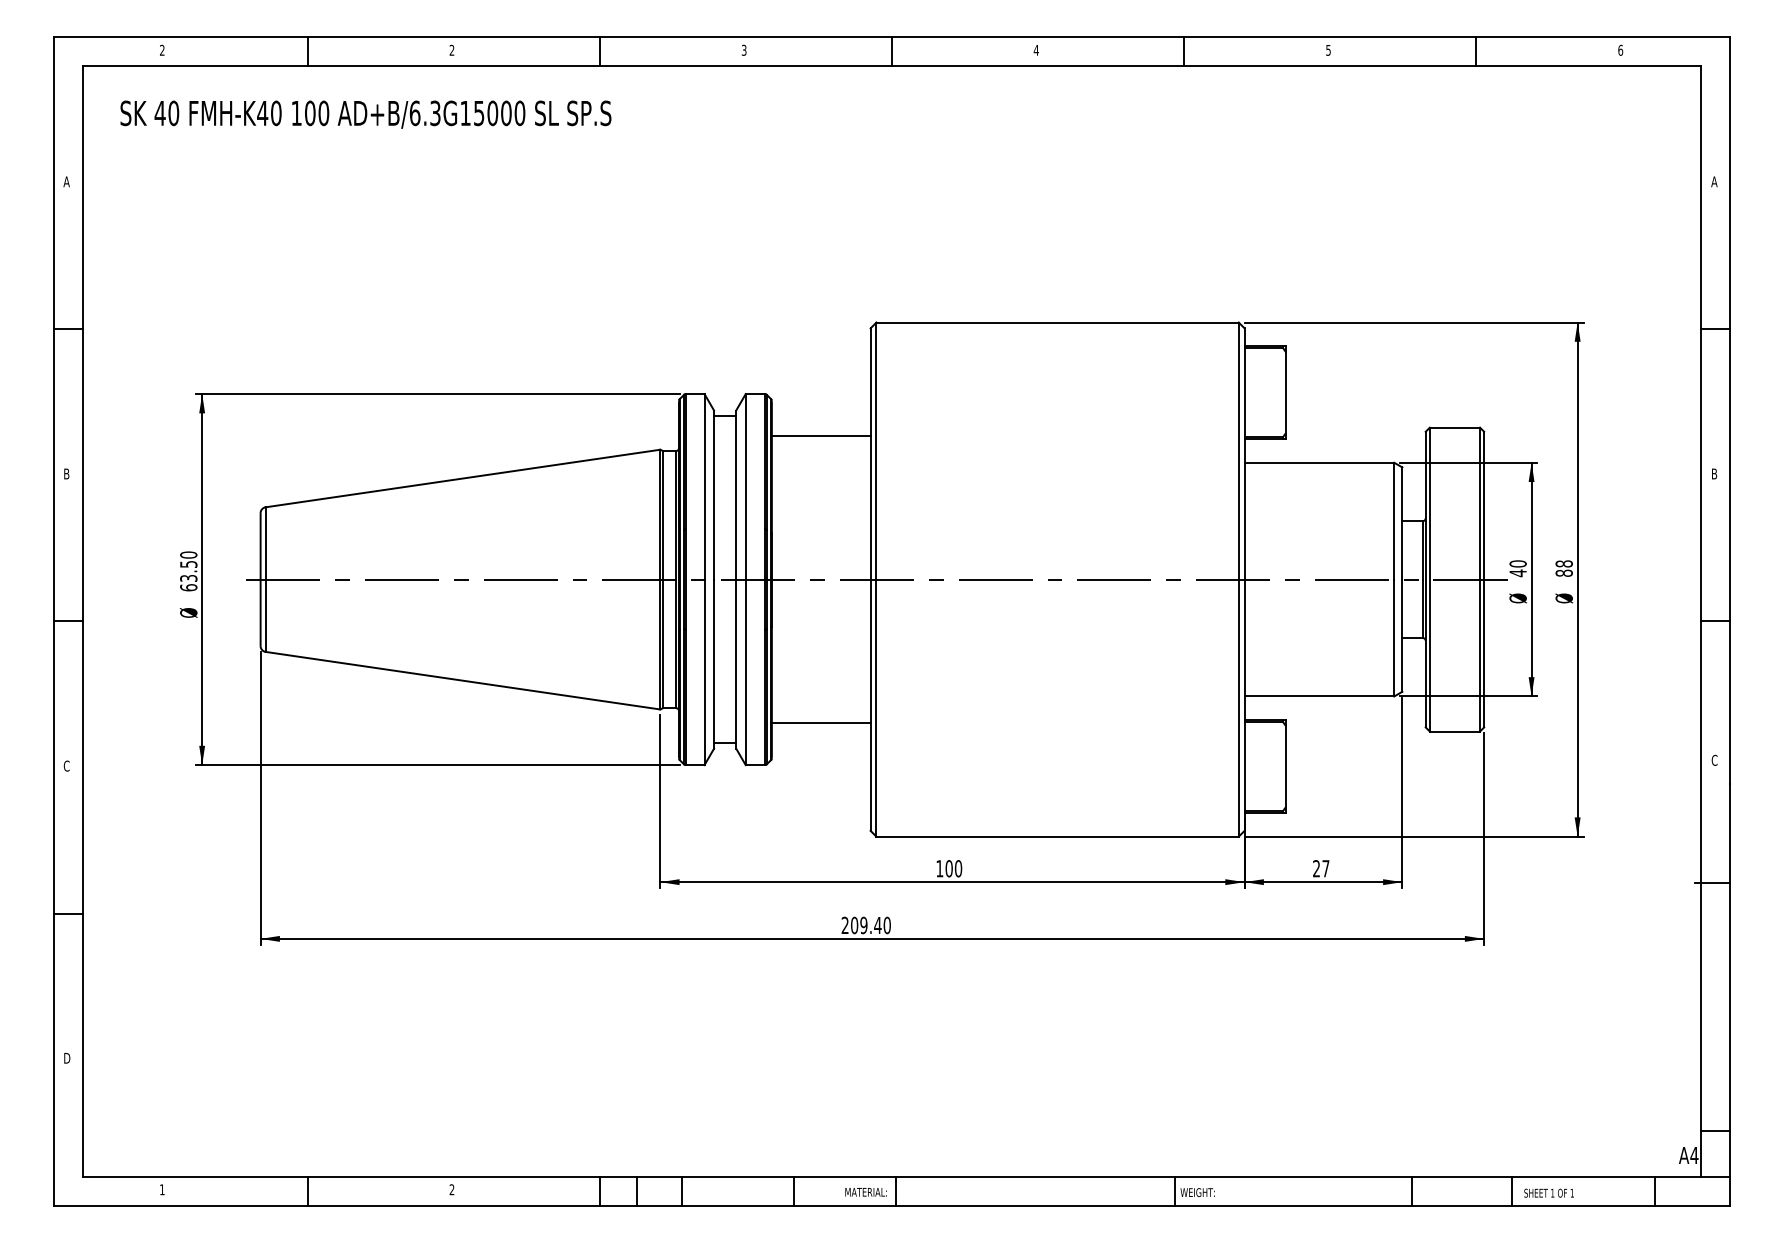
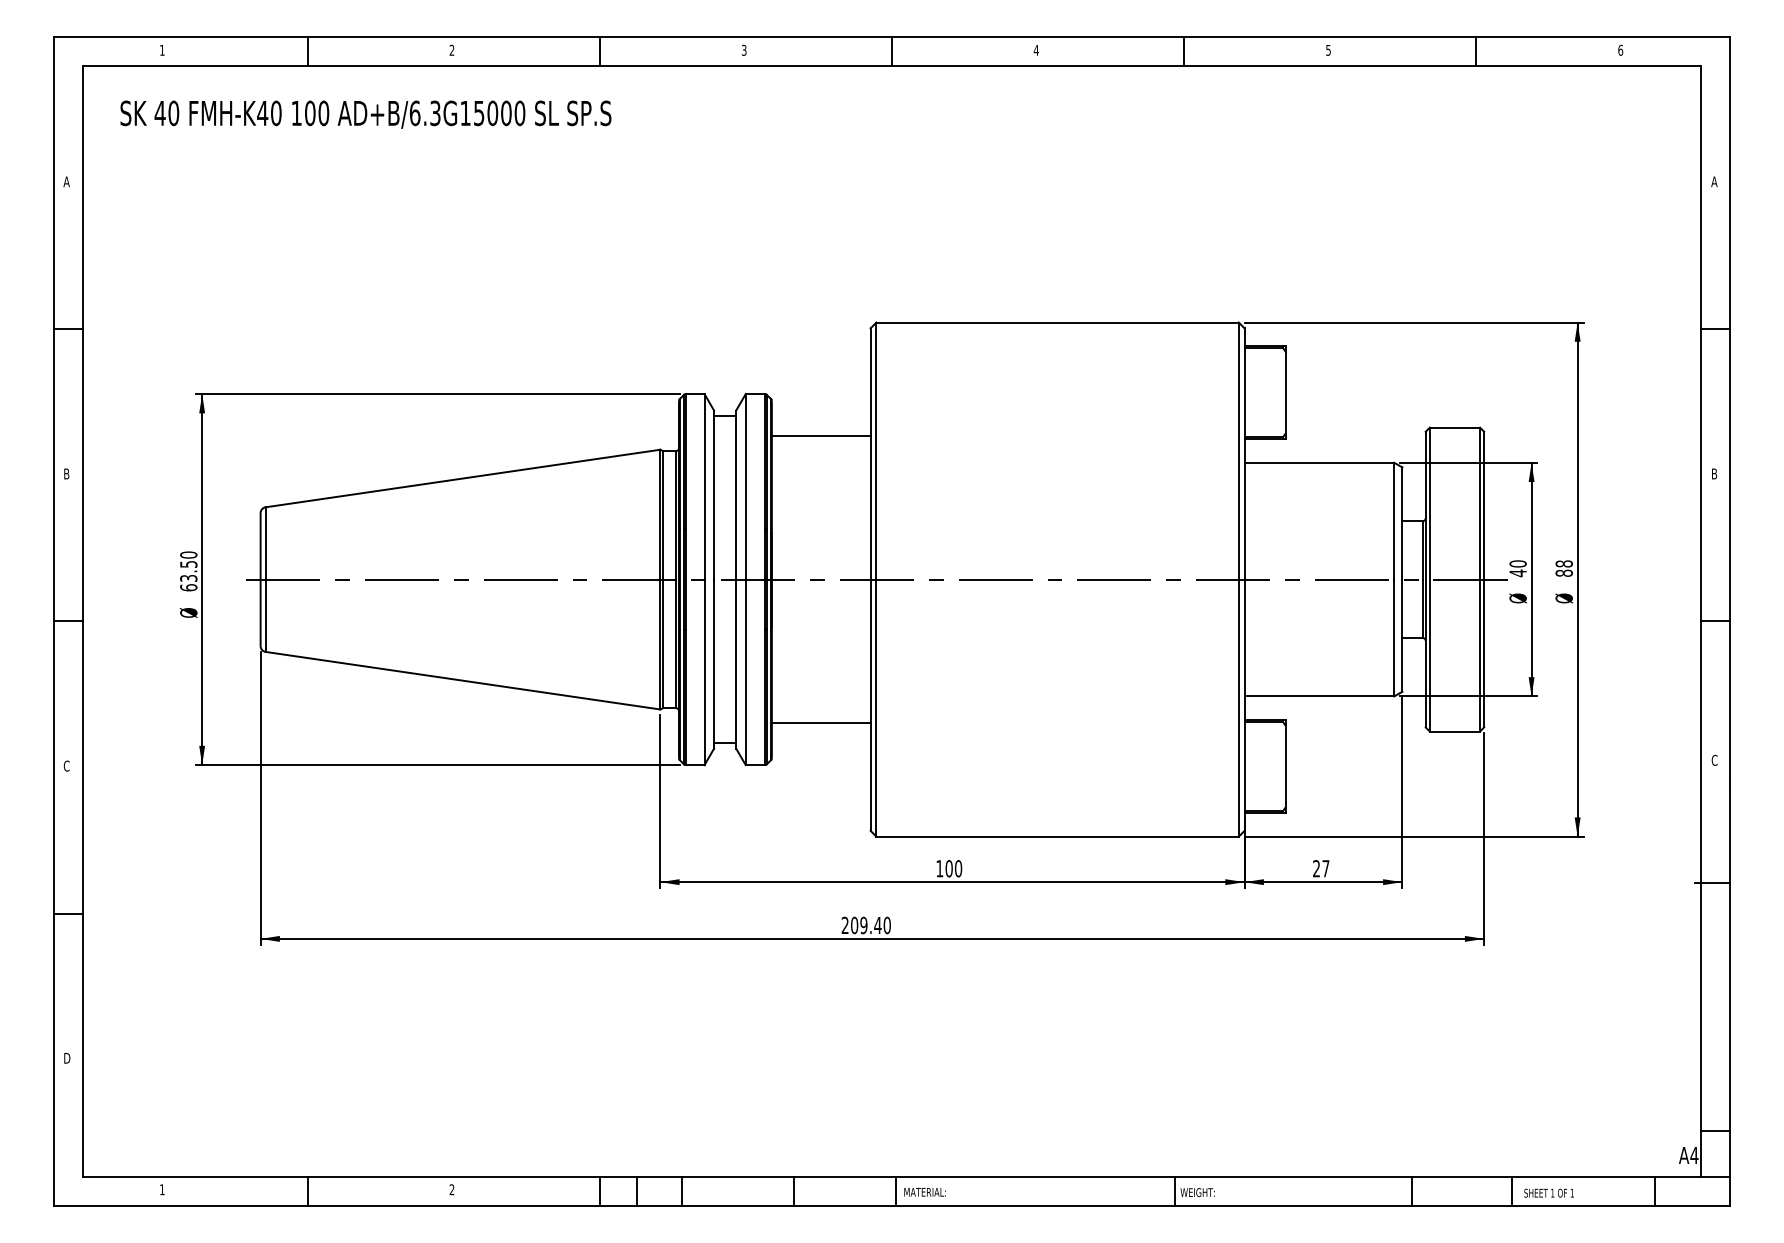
text at (162, 49): 2 -> 1
text at (865, 1192) position: (865, 1192) -> (924, 1192)
